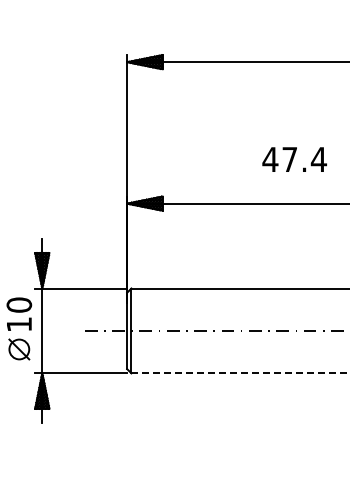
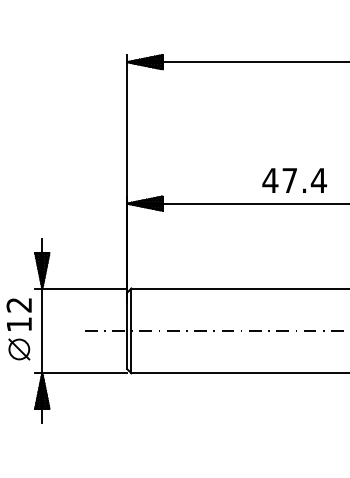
text at (294, 159) position: (294, 159) -> (294, 180)
text at (19, 304): 10 -> 12
line at (240, 373): dashed -> solid
